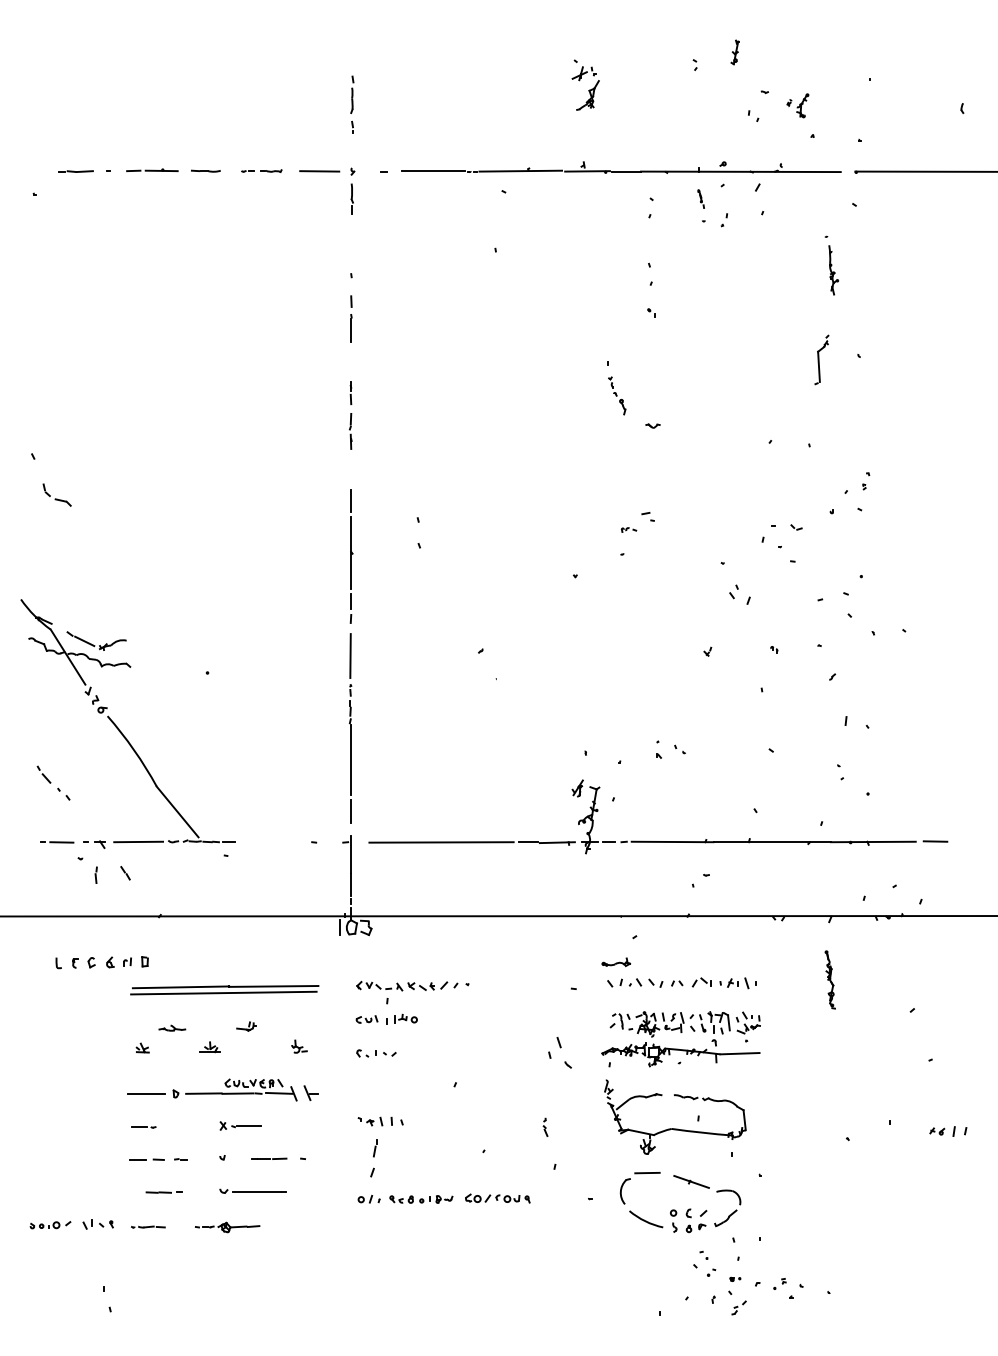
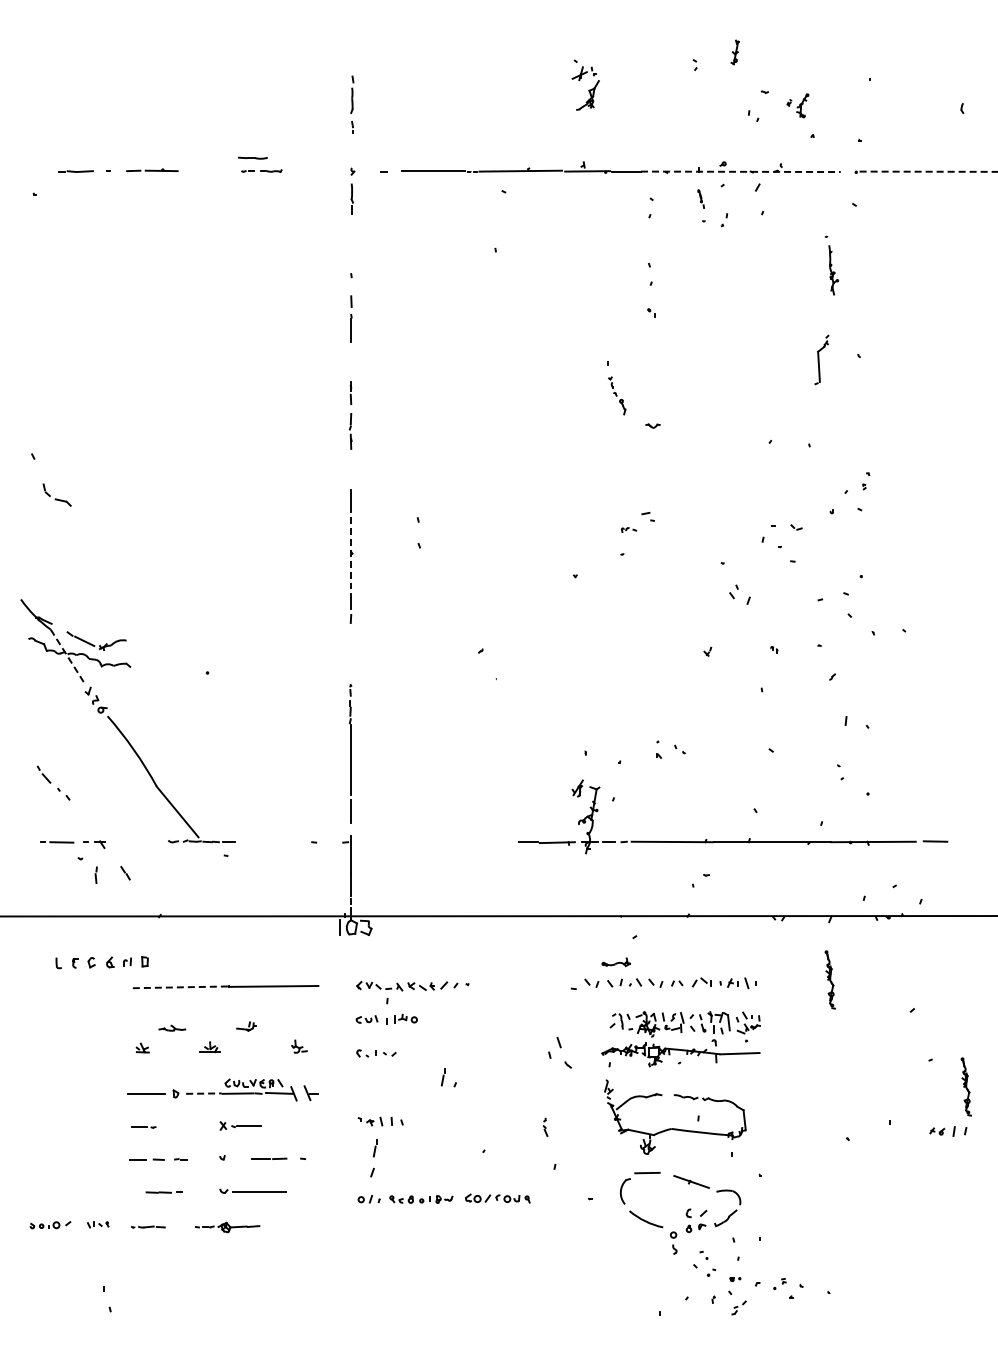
line at (205, 170) position: (205, 170) -> (252, 157)
line at (319, 171): present -> none
line at (740, 171): solid -> dashed
line at (926, 171): solid -> dashed
line at (351, 553): solid -> dashed
line at (350, 656): present -> none
line at (68, 657): solid -> dashed
line at (138, 841): present -> none
line at (441, 842): present -> none
part at (591, 982): none -> present
line at (181, 987): solid -> dashed
line at (223, 992): present -> none
line at (443, 1077): none -> present
part at (965, 1086): none -> present
line at (203, 1093): solid -> dashed
part at (673, 1220) position: (673, 1220) -> (673, 1242)
part at (97, 1224) size: 32x11 px -> 23x8 px
